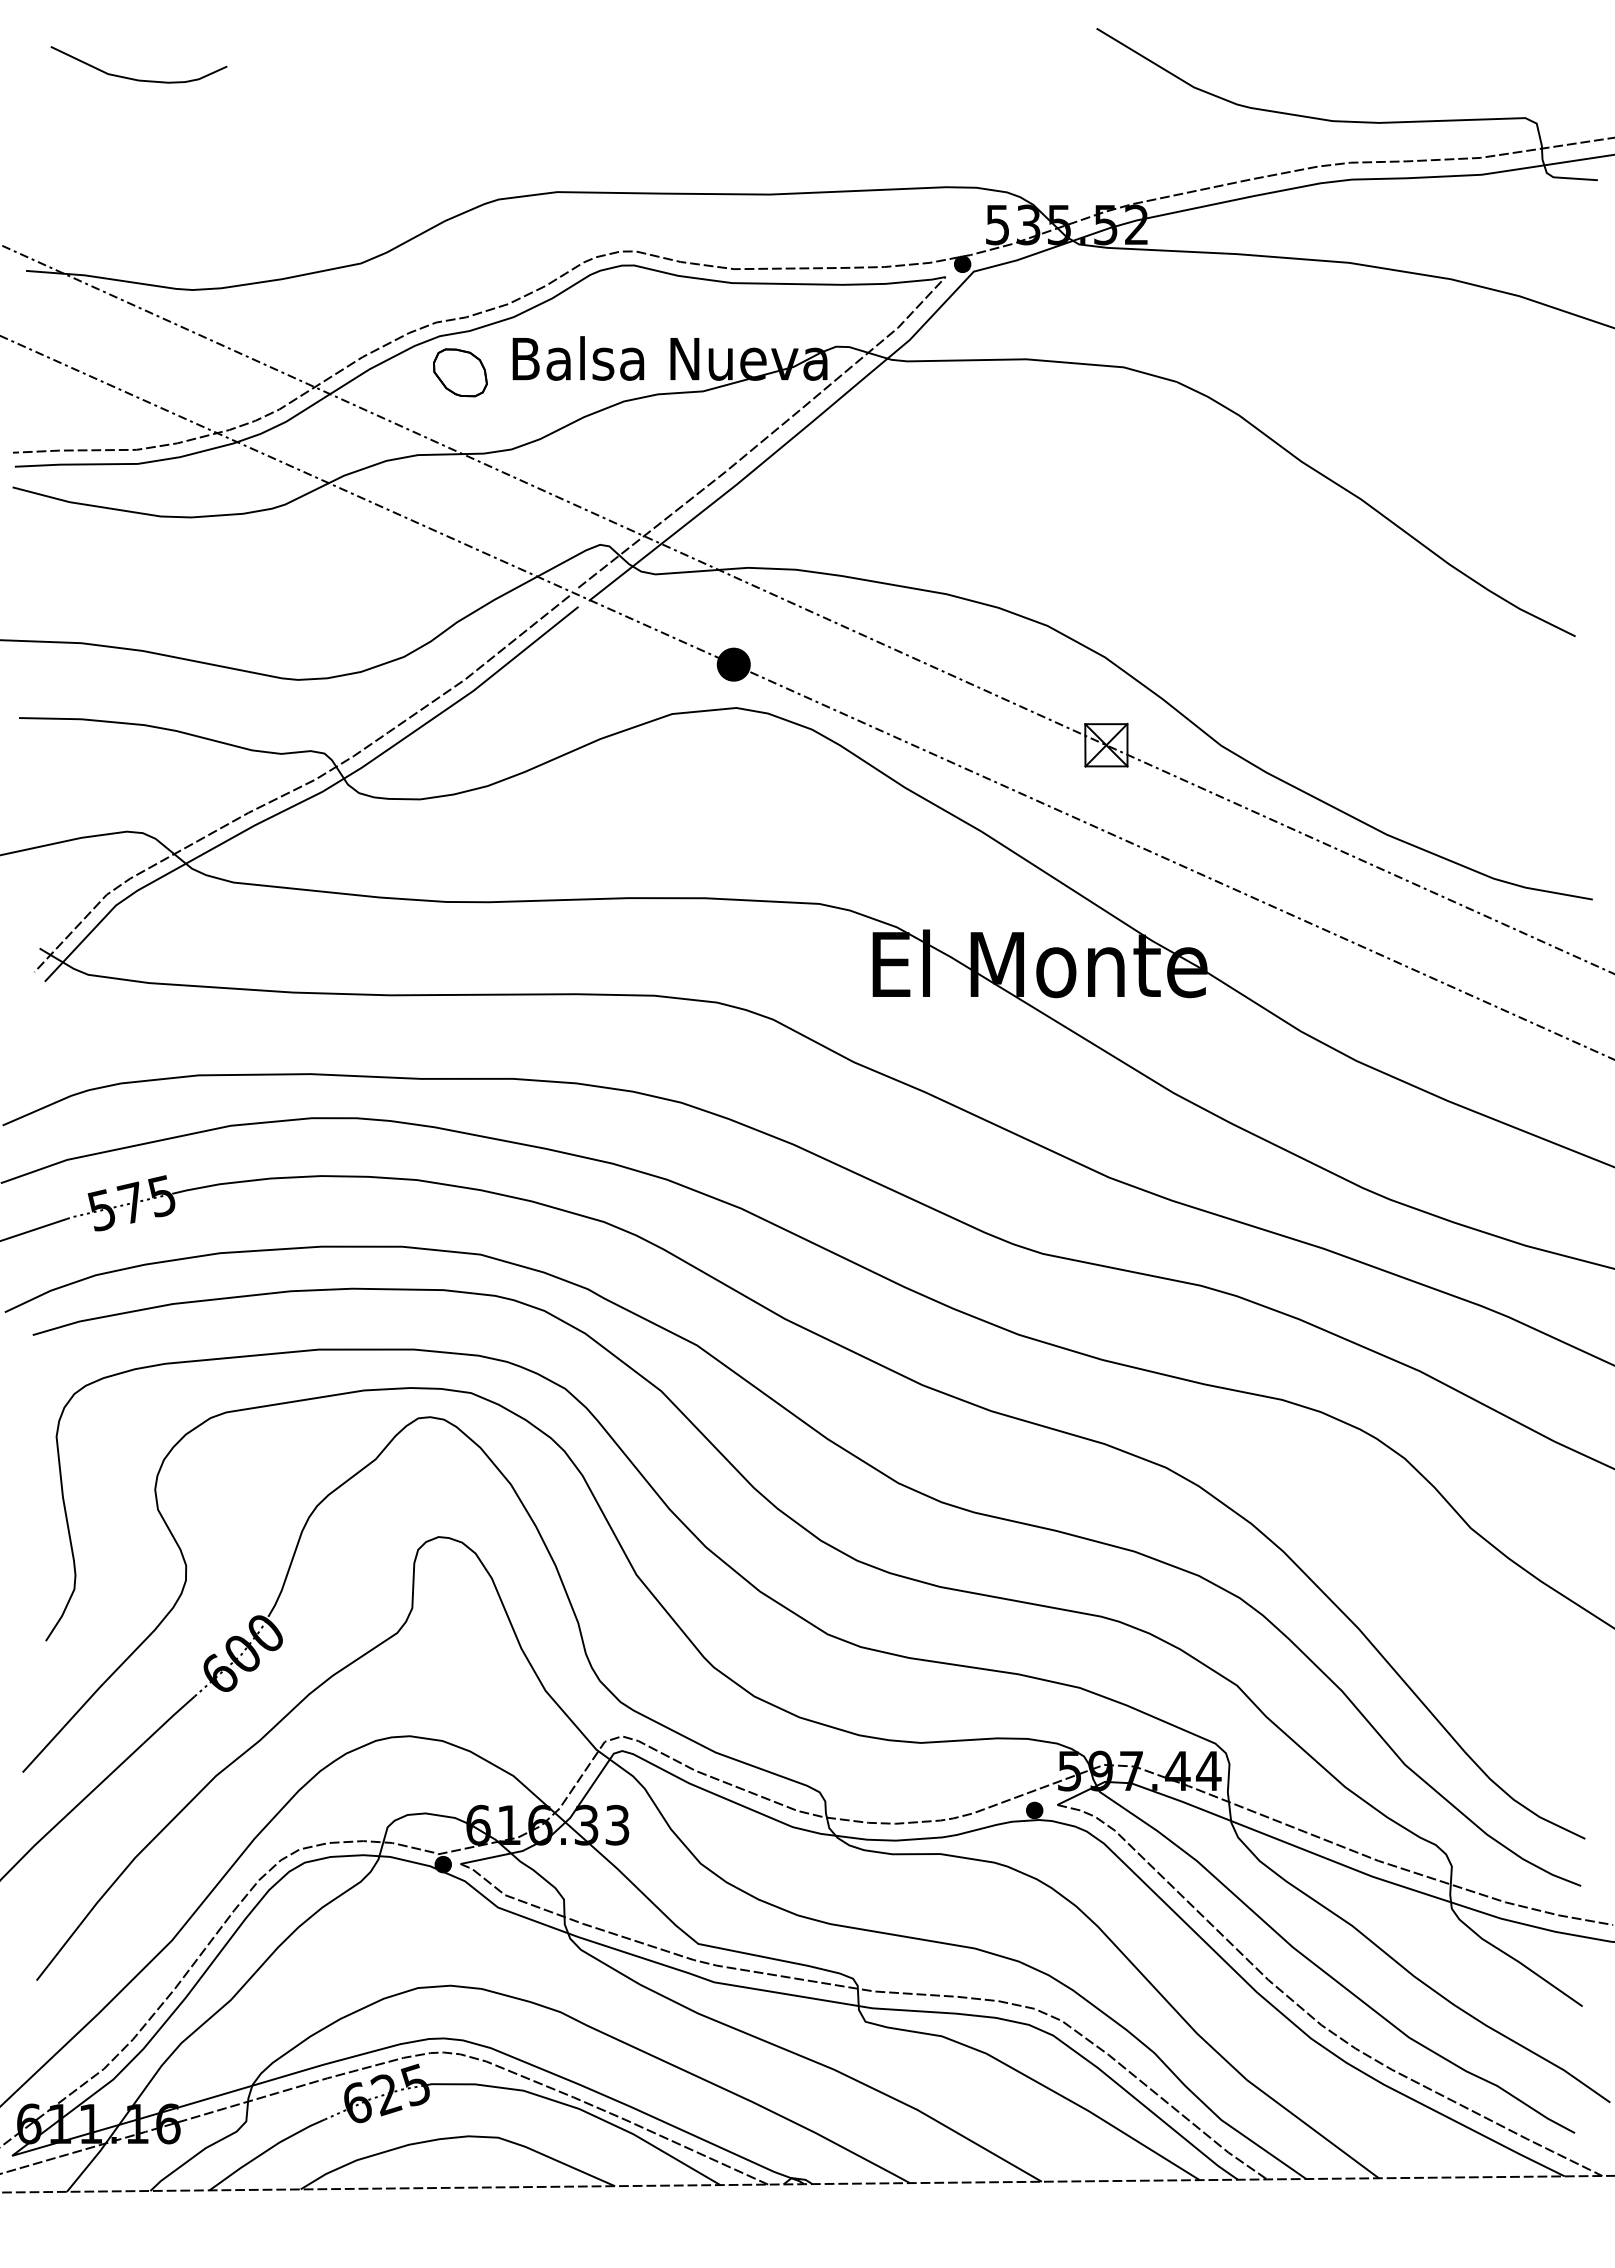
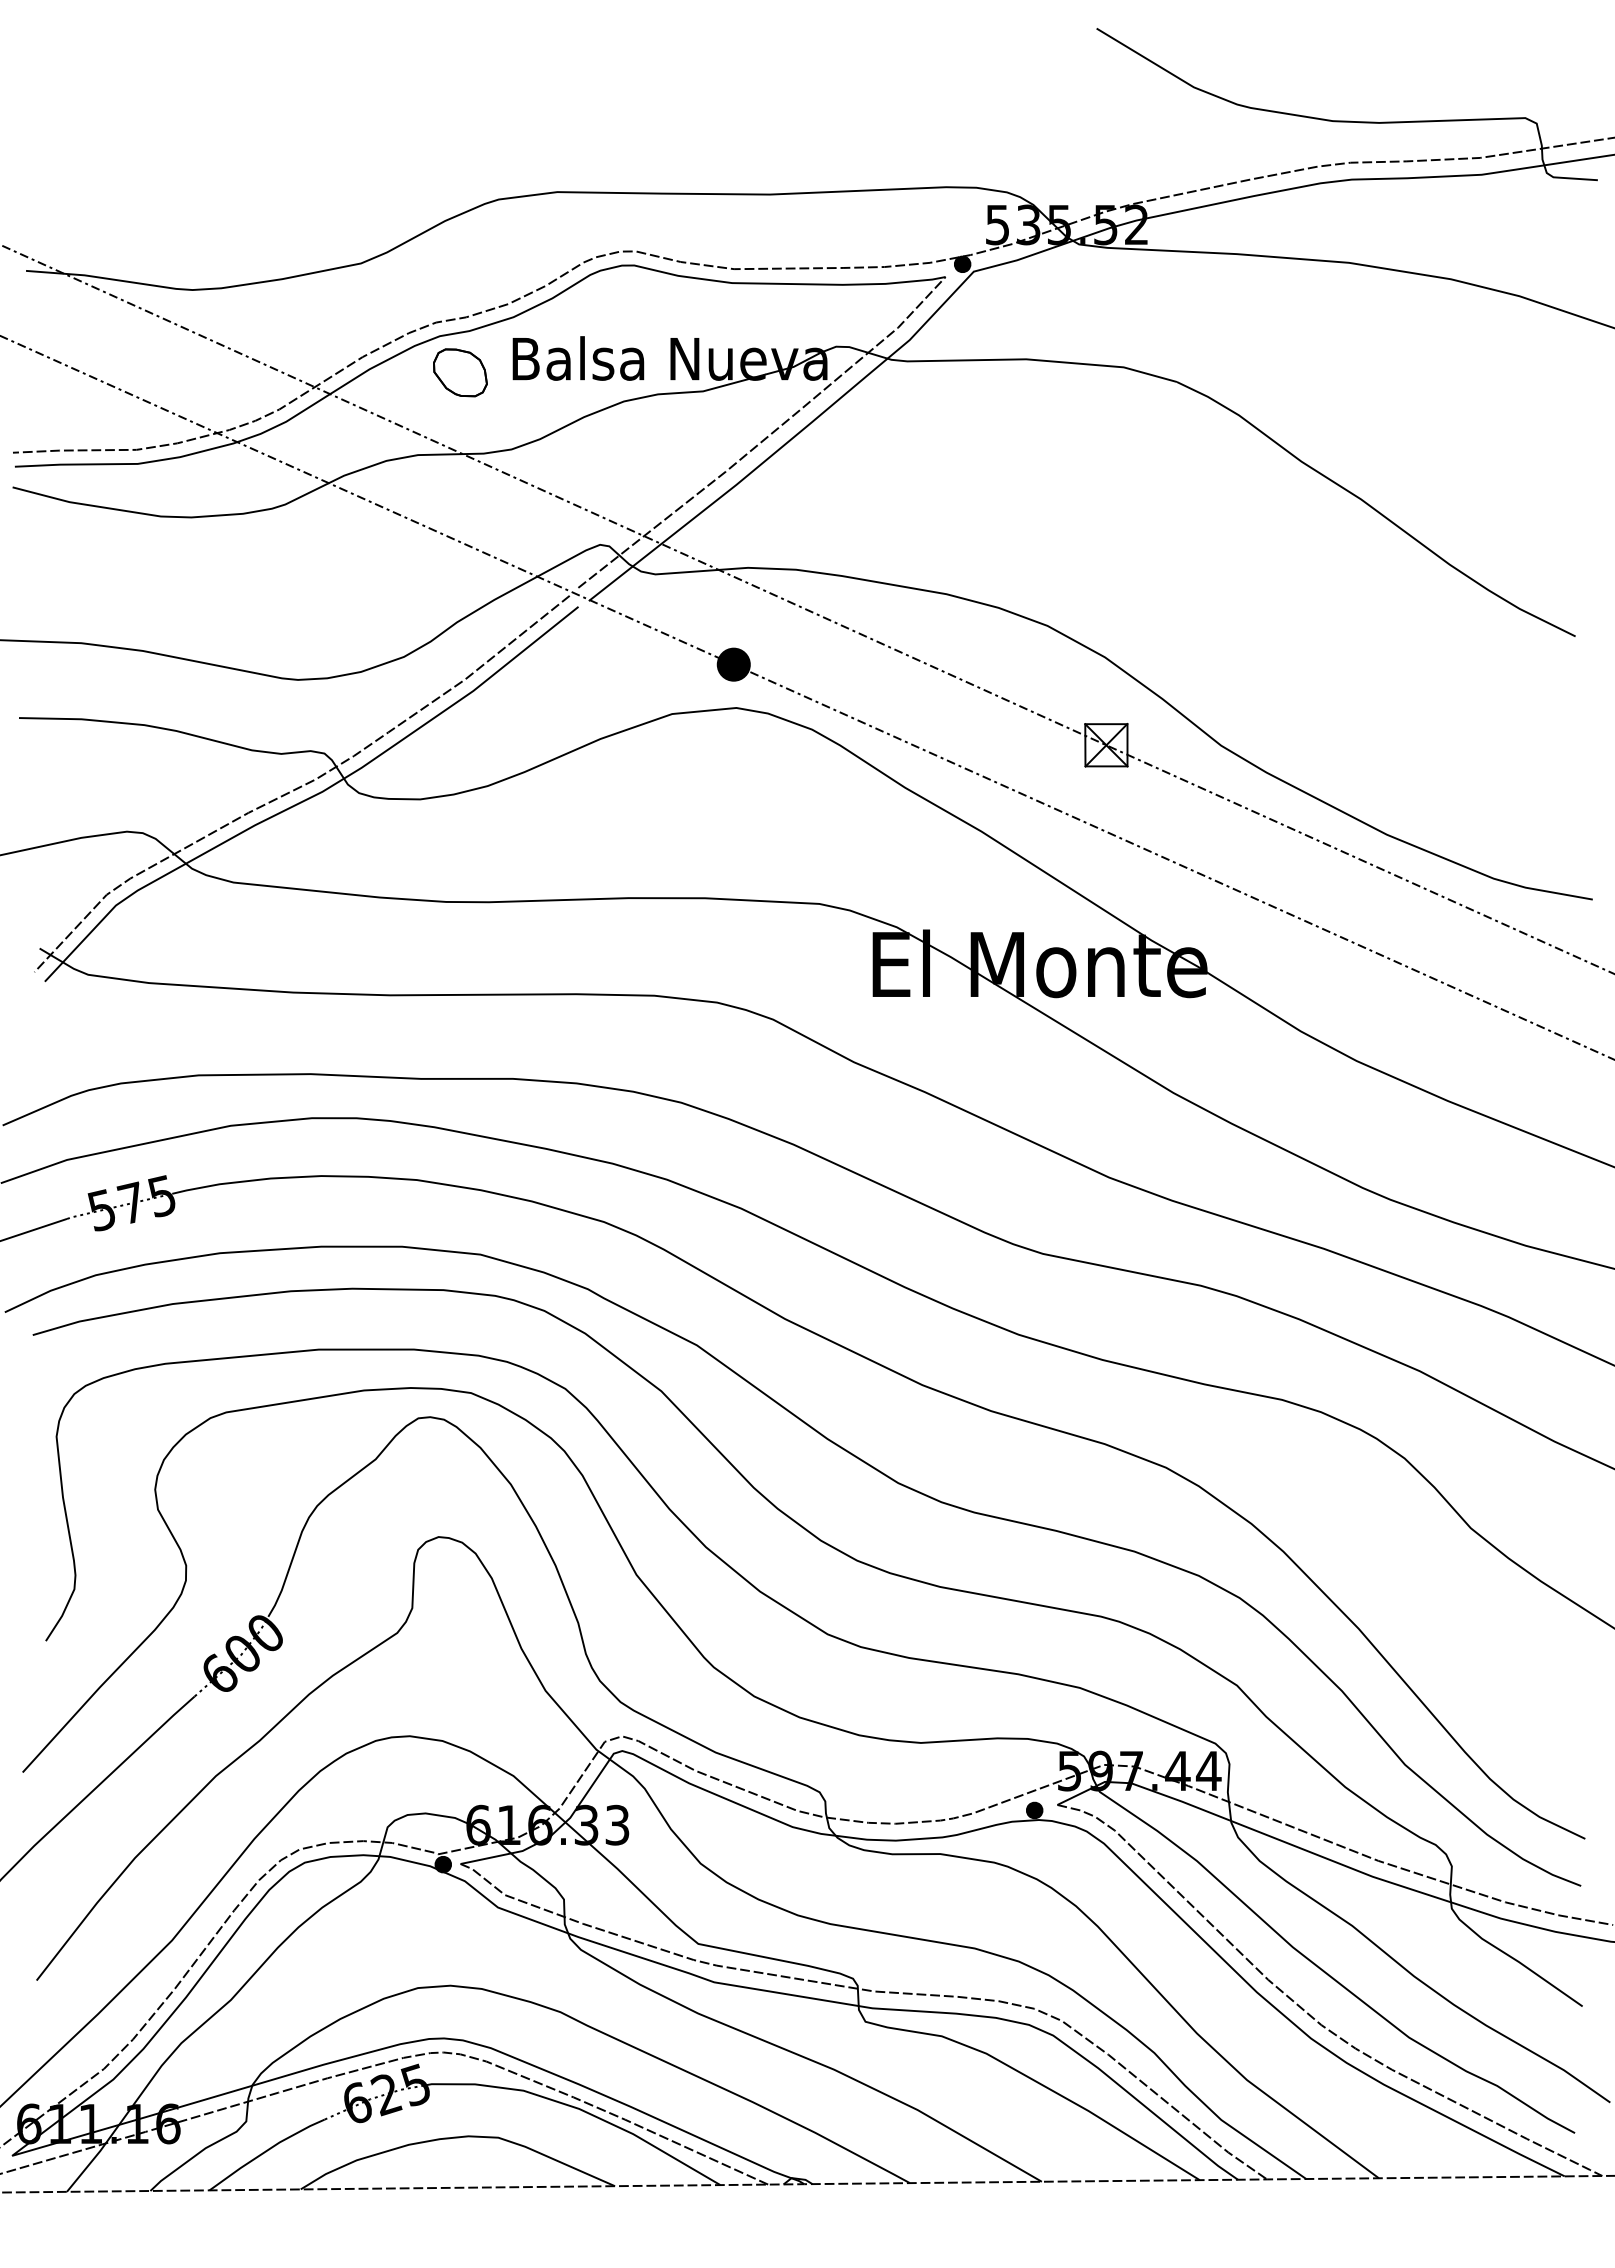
curve at (135, 78): present -> none
